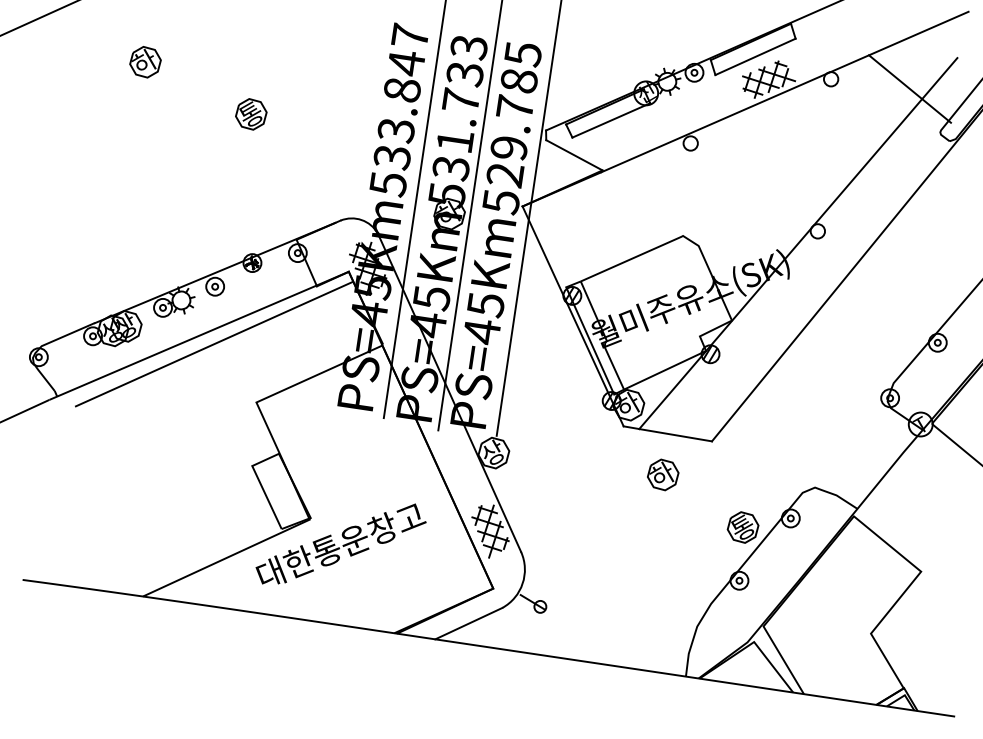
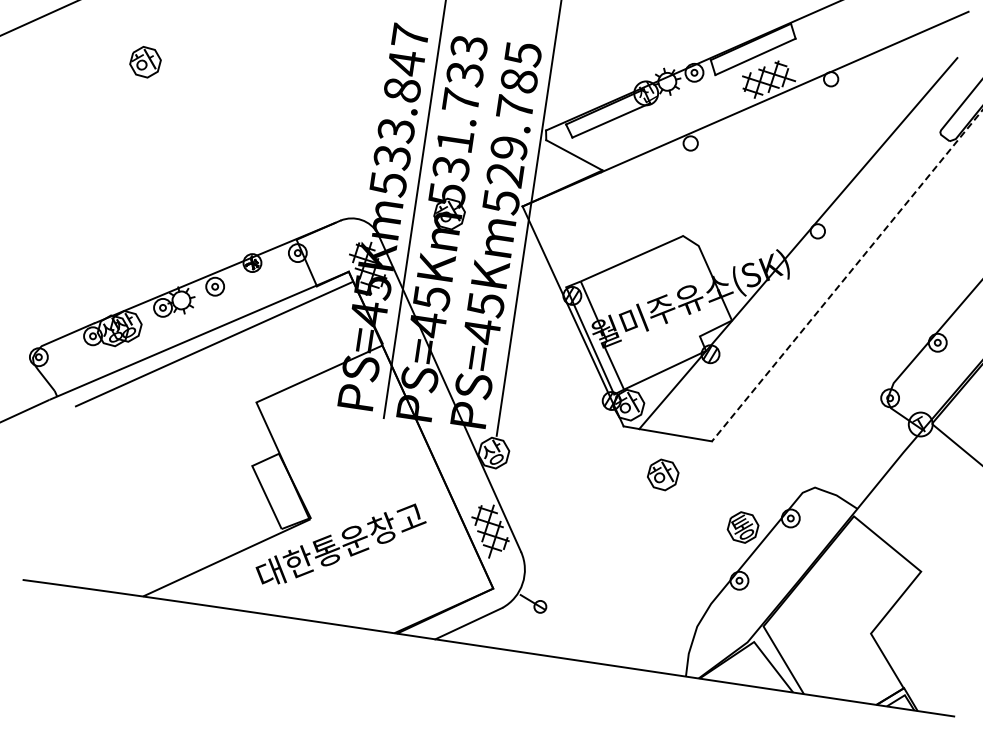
line at (909, 88): present -> none
part at (251, 114): present -> none
line at (469, 216): present -> none
line at (847, 275): solid -> dashed
